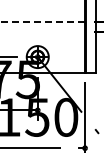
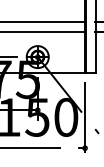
line at (42, 22): dashed -> solid
line at (43, 31): none -> present
